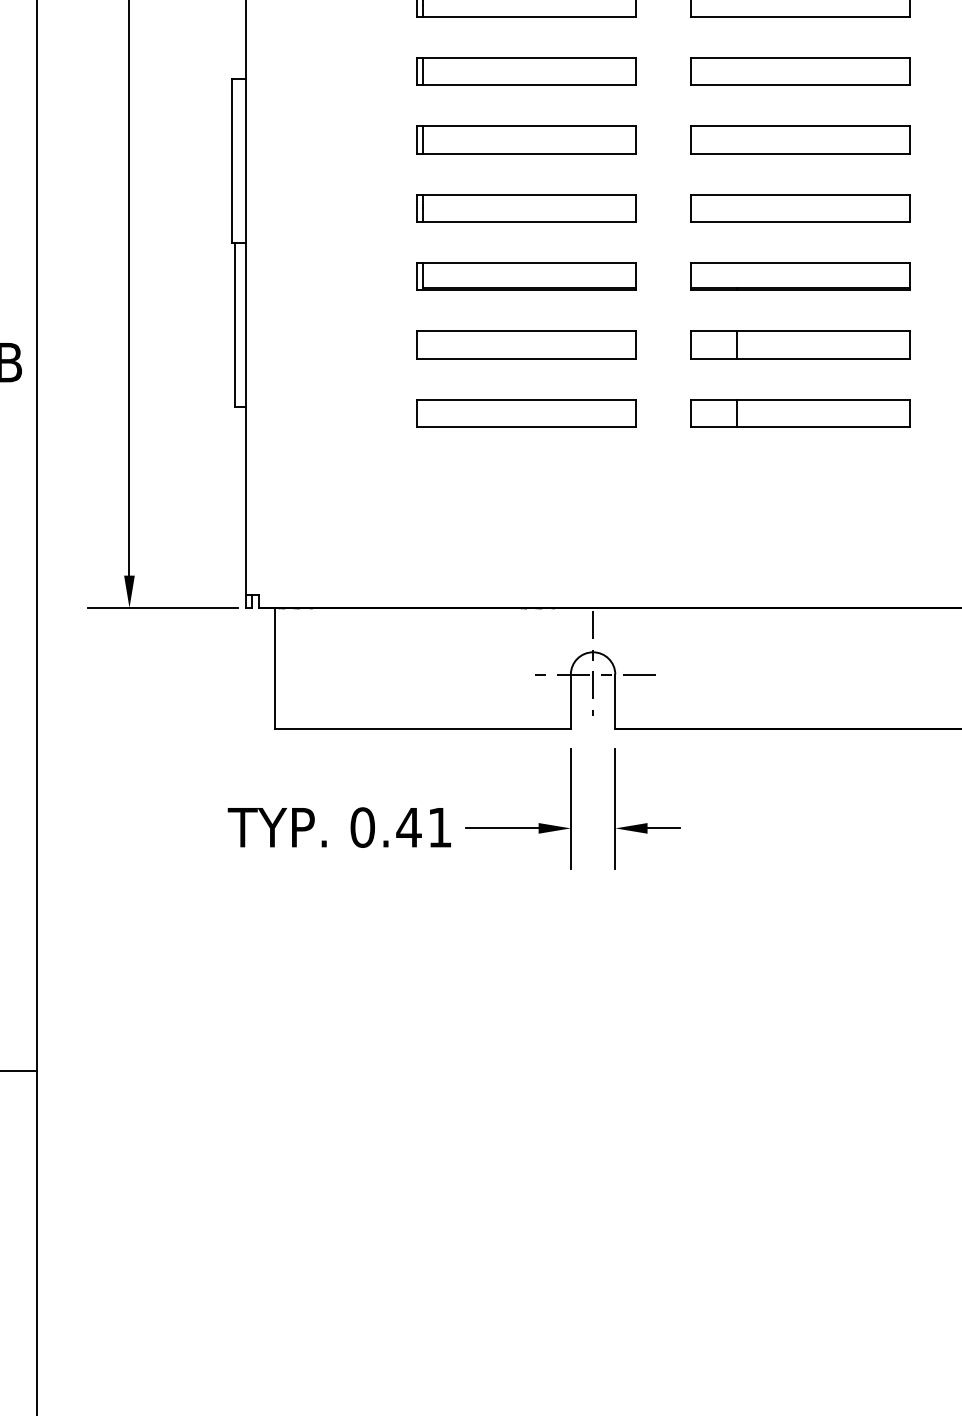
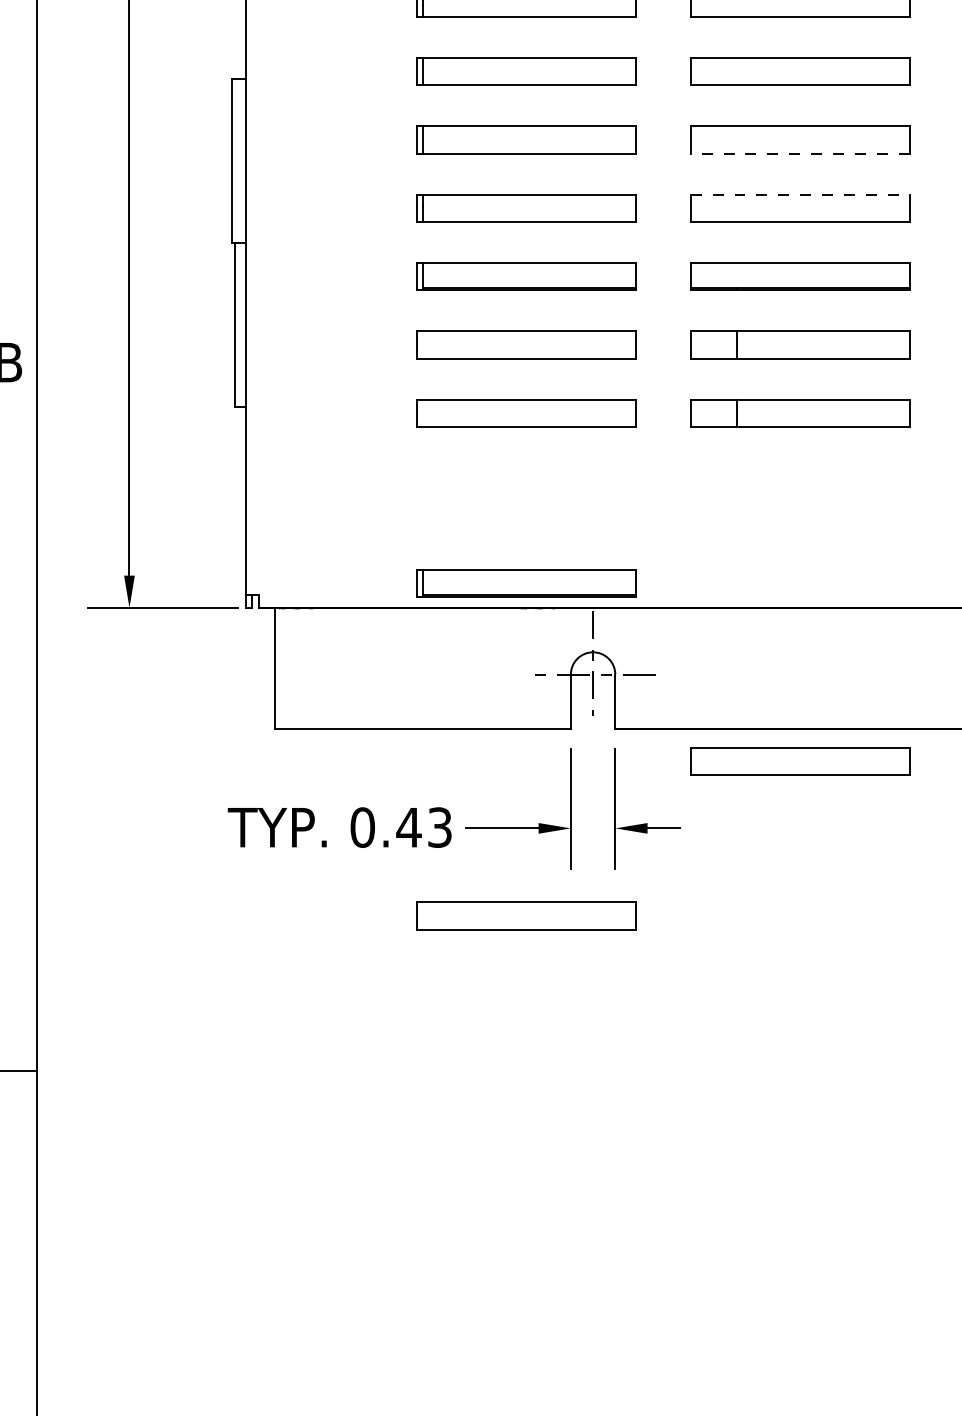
line at (799, 153): solid -> dashed
line at (800, 194): solid -> dashed
part at (526, 583): none -> present
part at (800, 761): none -> present
text at (439, 827): 0.41 -> 0.43
part at (526, 915): none -> present
